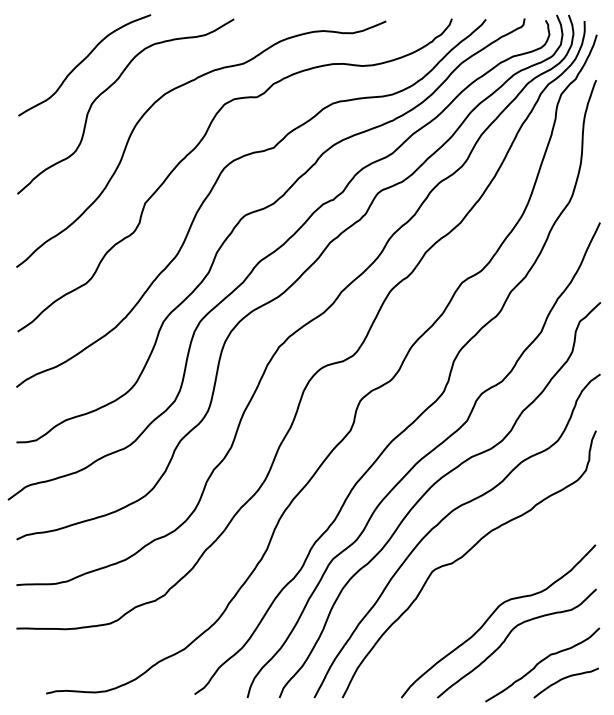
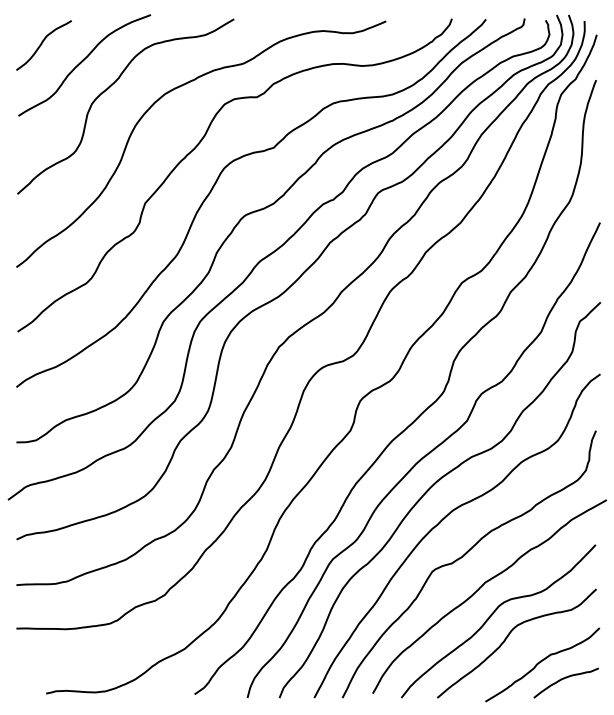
curve at (42, 44): none -> present
curve at (481, 587): none -> present
